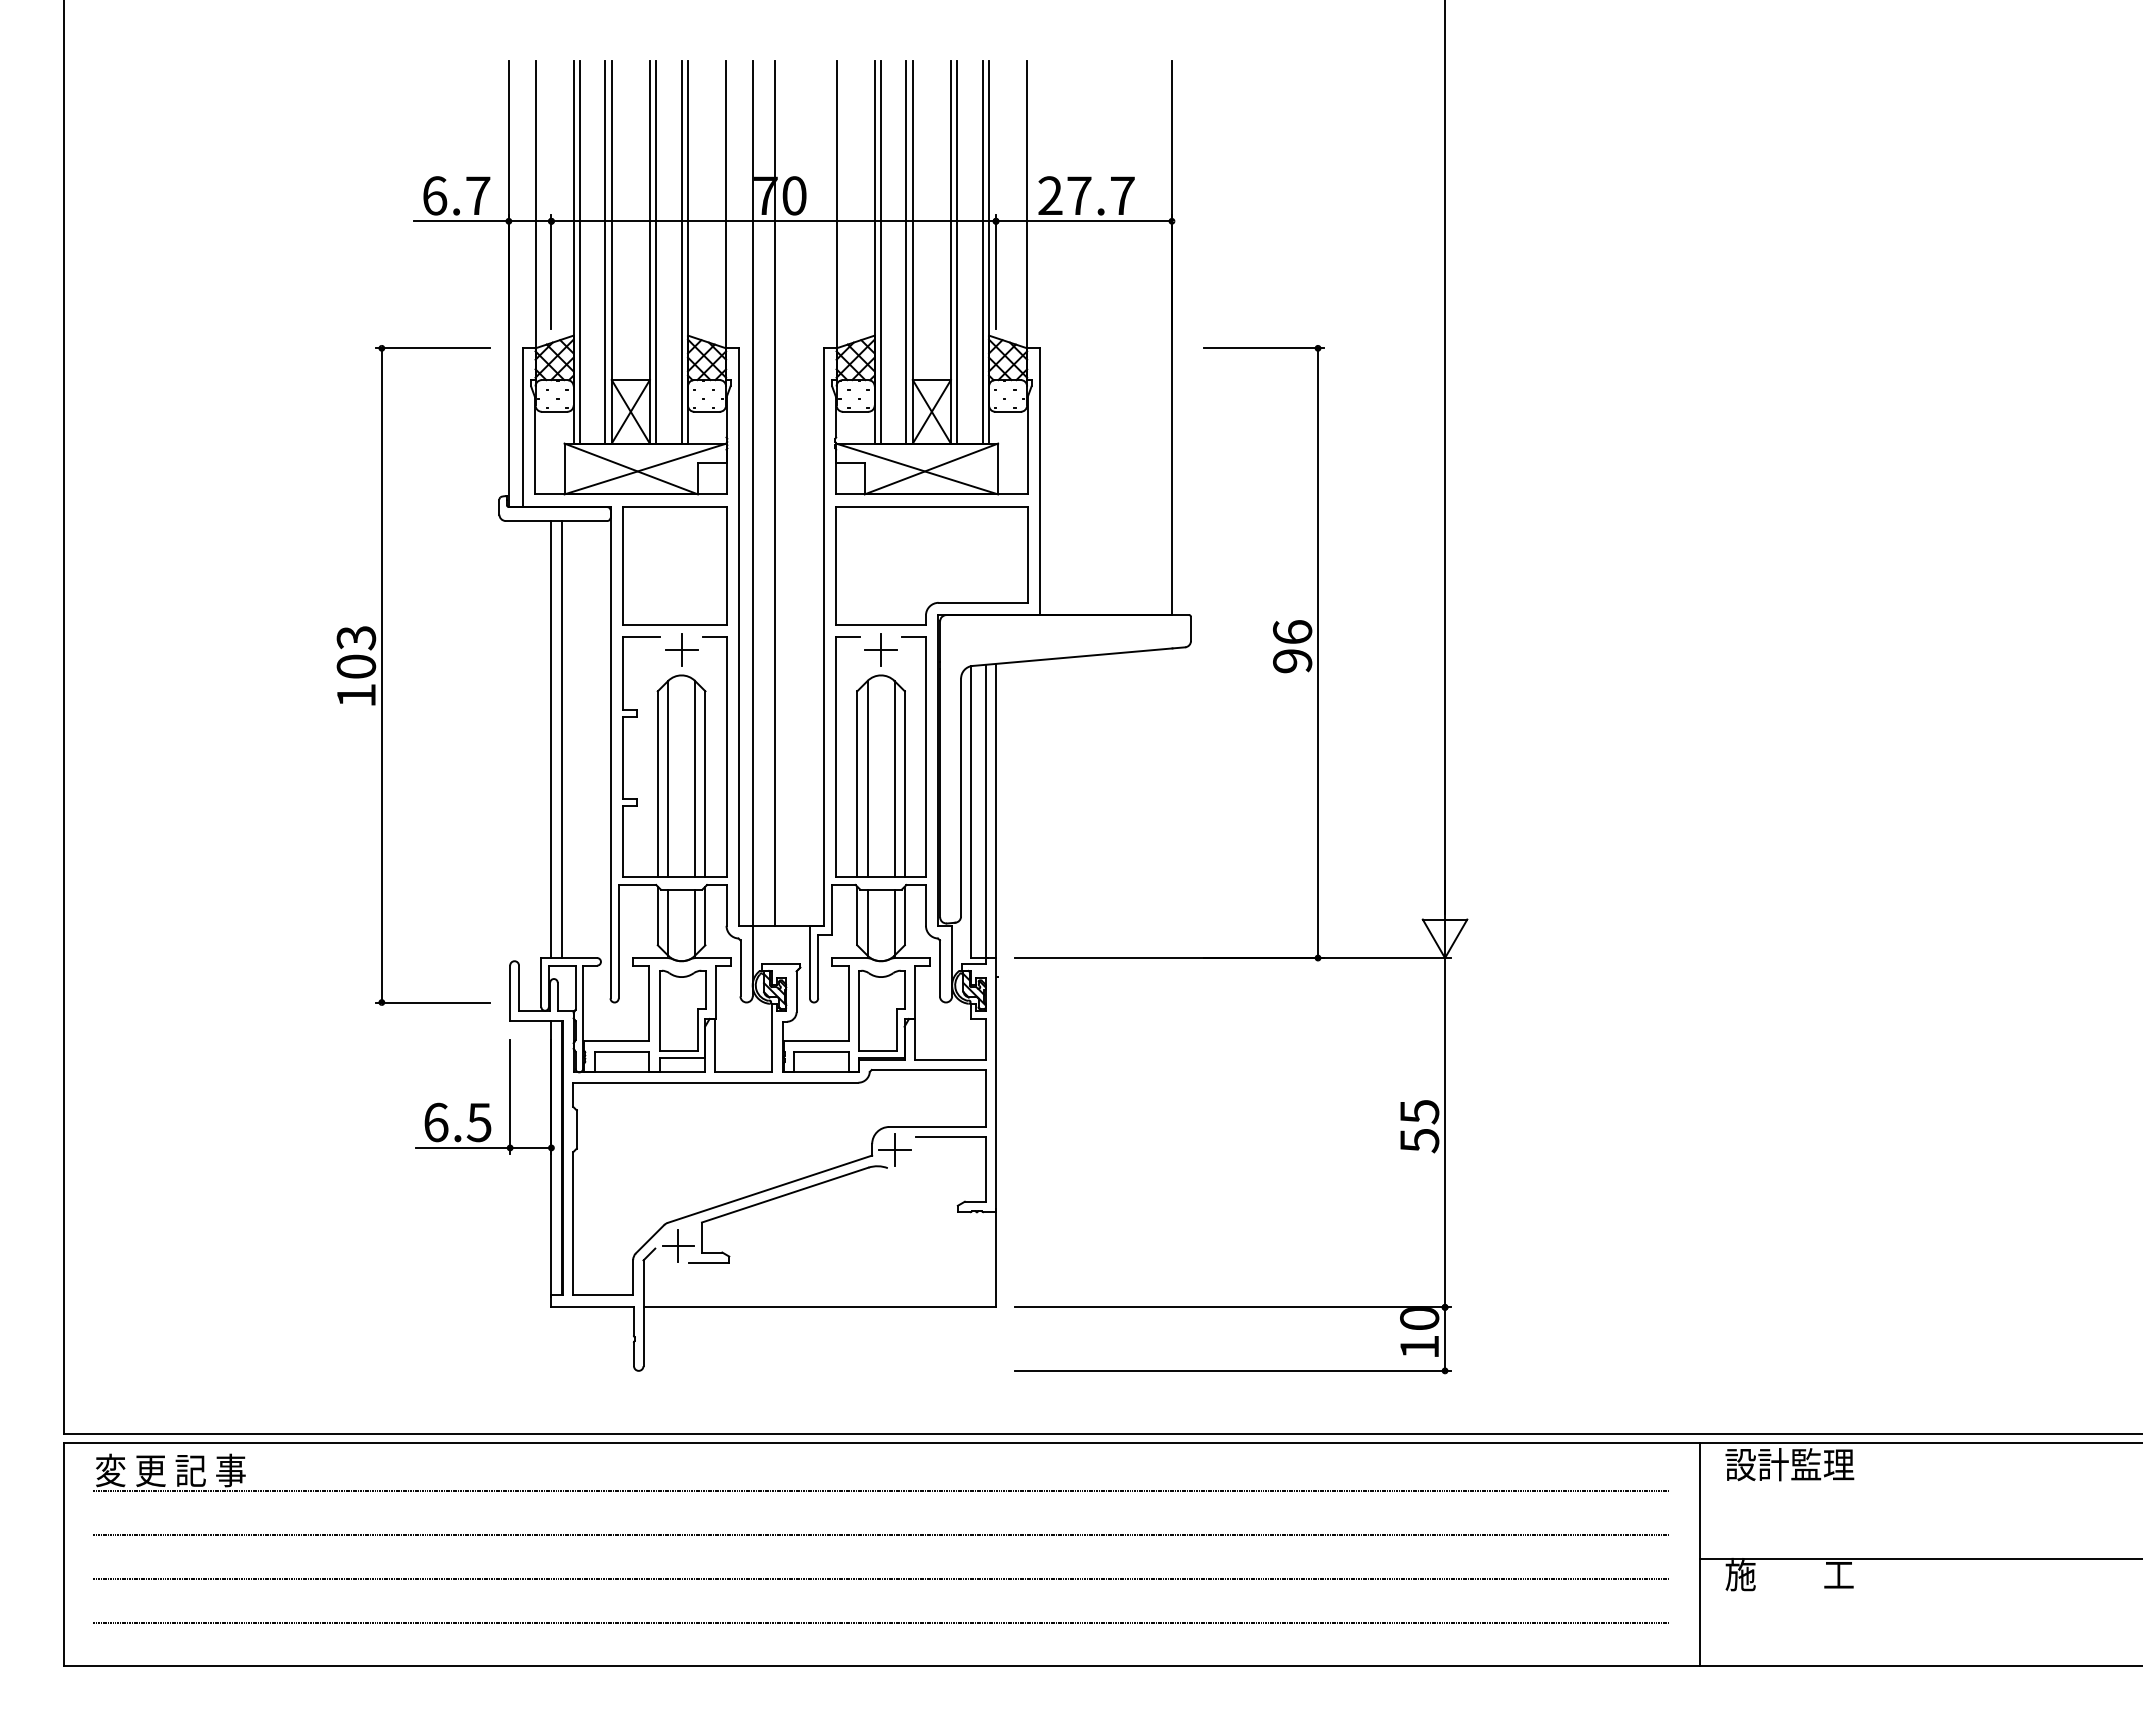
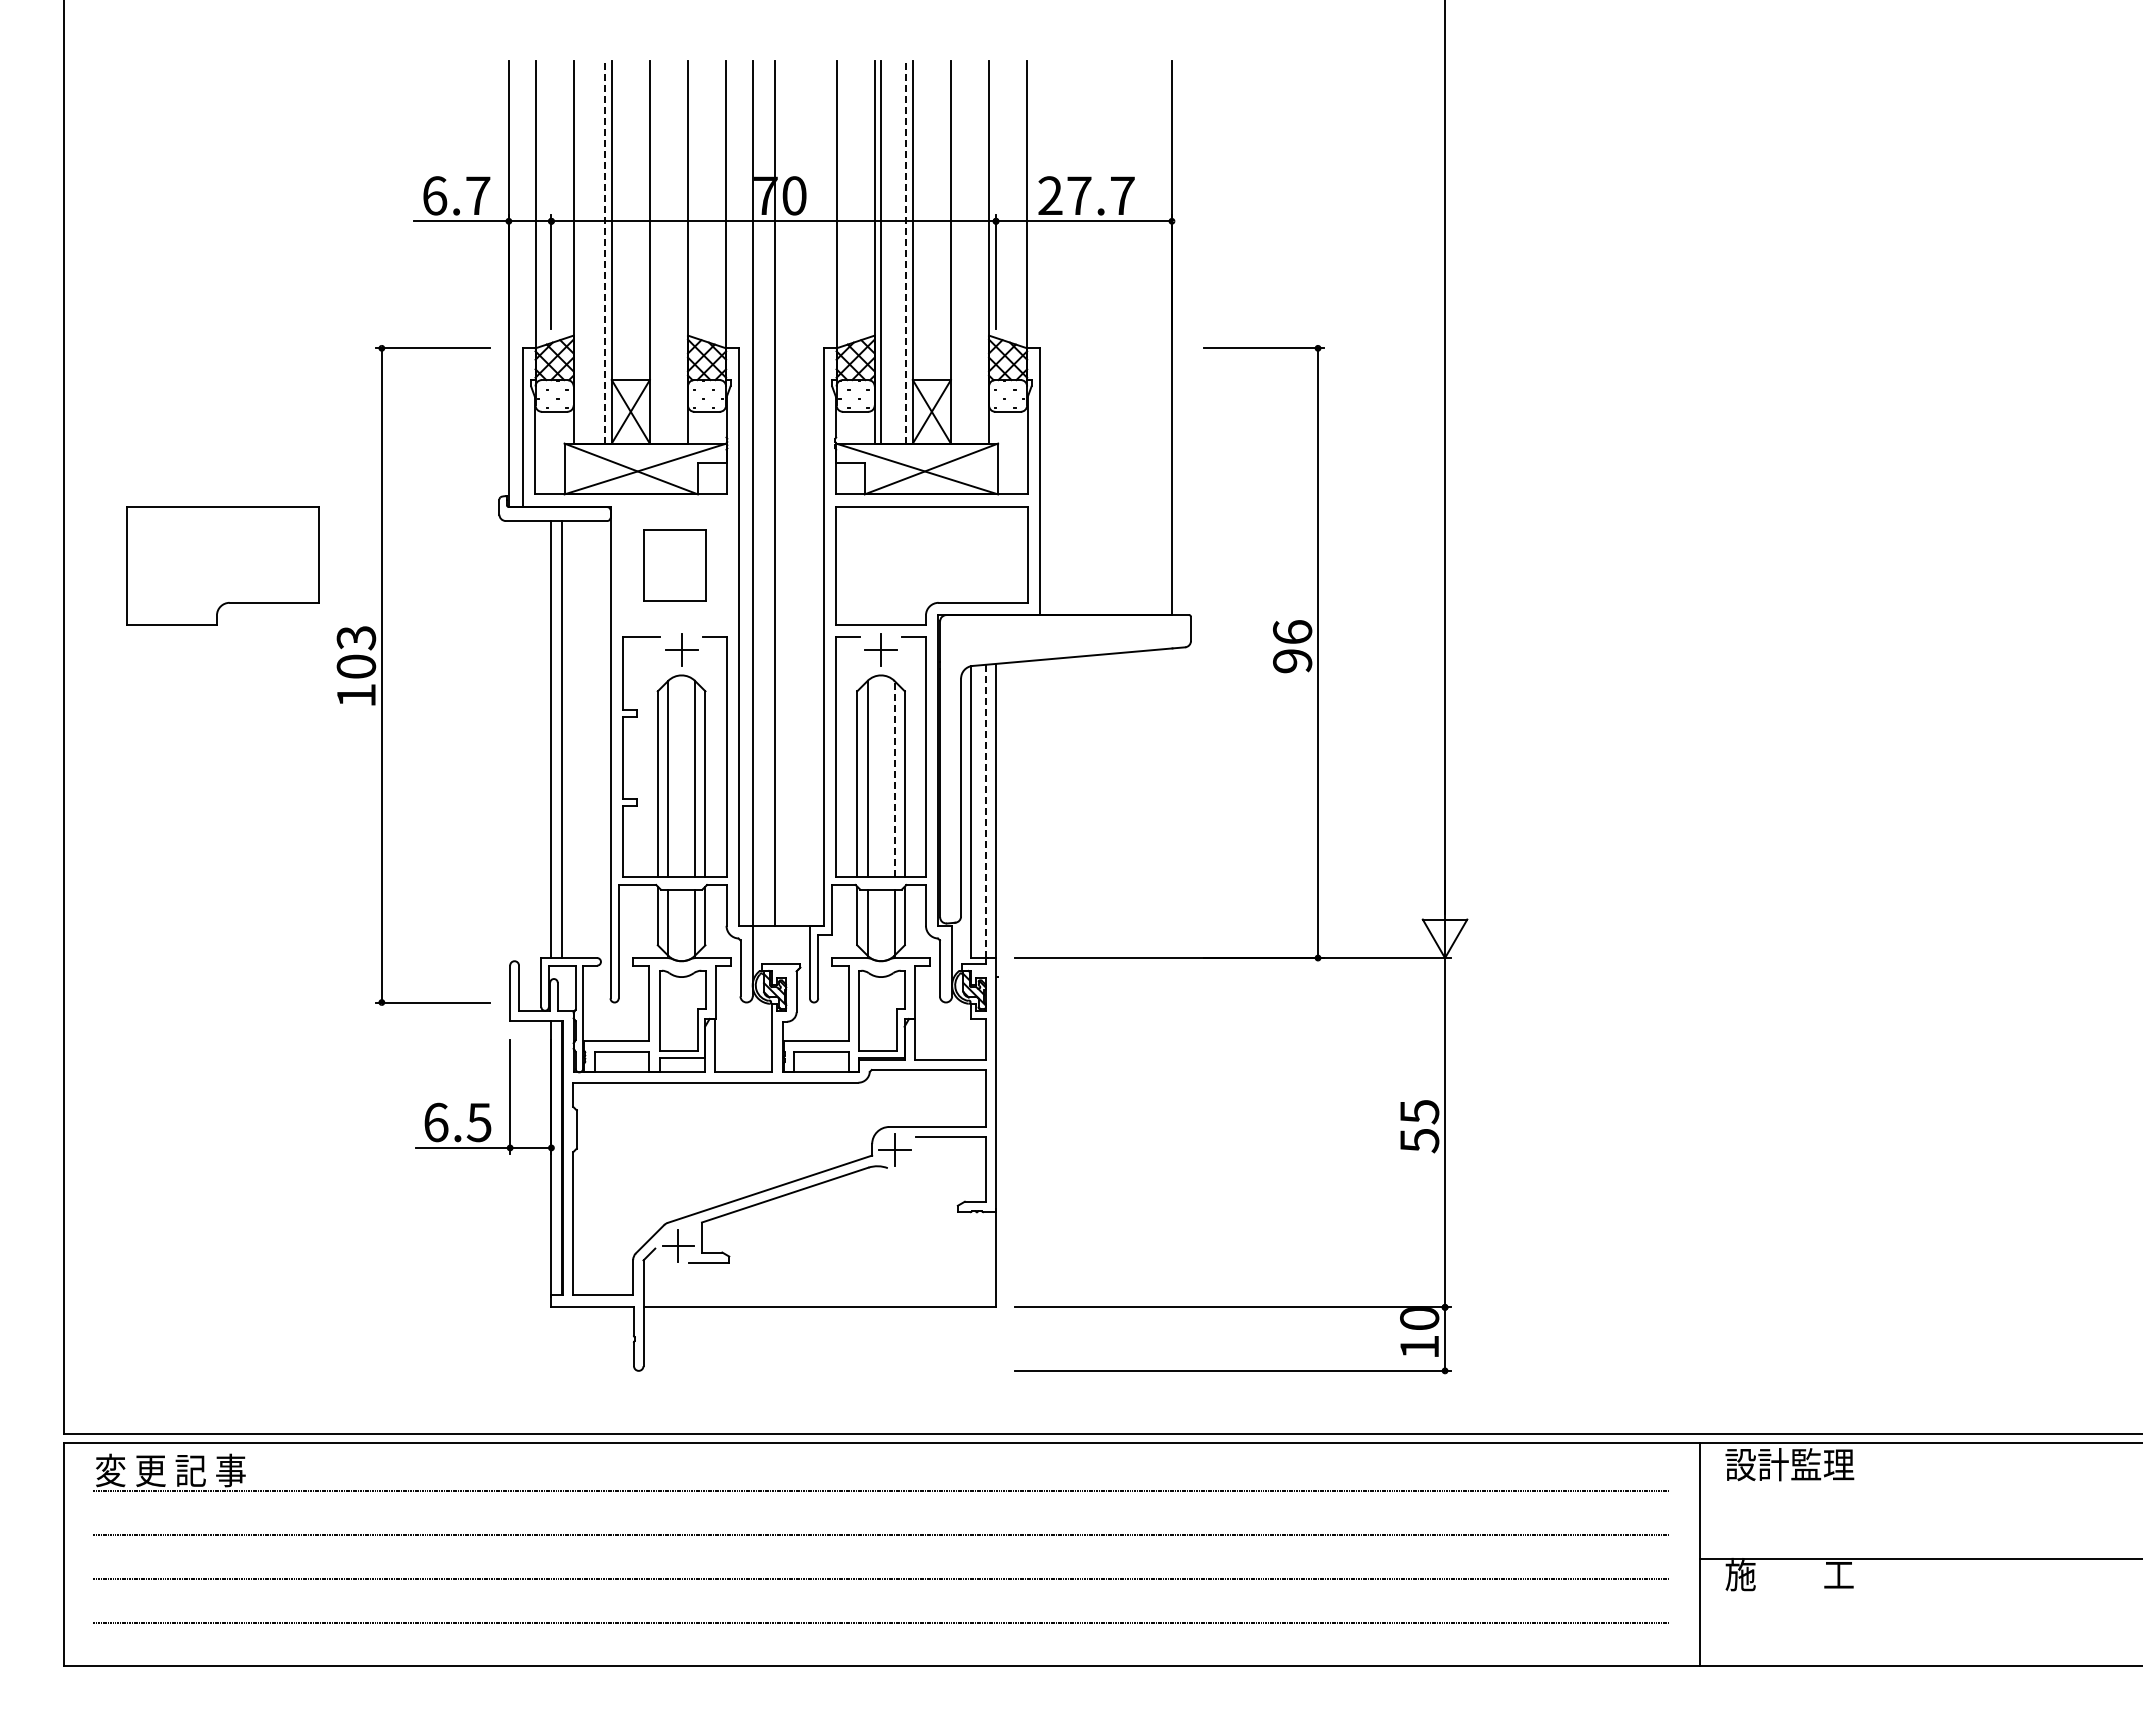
line at (580, 251): present -> none
line at (605, 251): solid -> dashed
line at (656, 251): present -> none
line at (681, 251): present -> none
line at (906, 251): solid -> dashed
line at (957, 251): present -> none
line at (982, 251): present -> none
part at (222, 565): none -> present
part at (674, 565) size: 106x120 px -> 64x73 px
line at (894, 778): solid -> dashed
line at (985, 811): solid -> dashed
